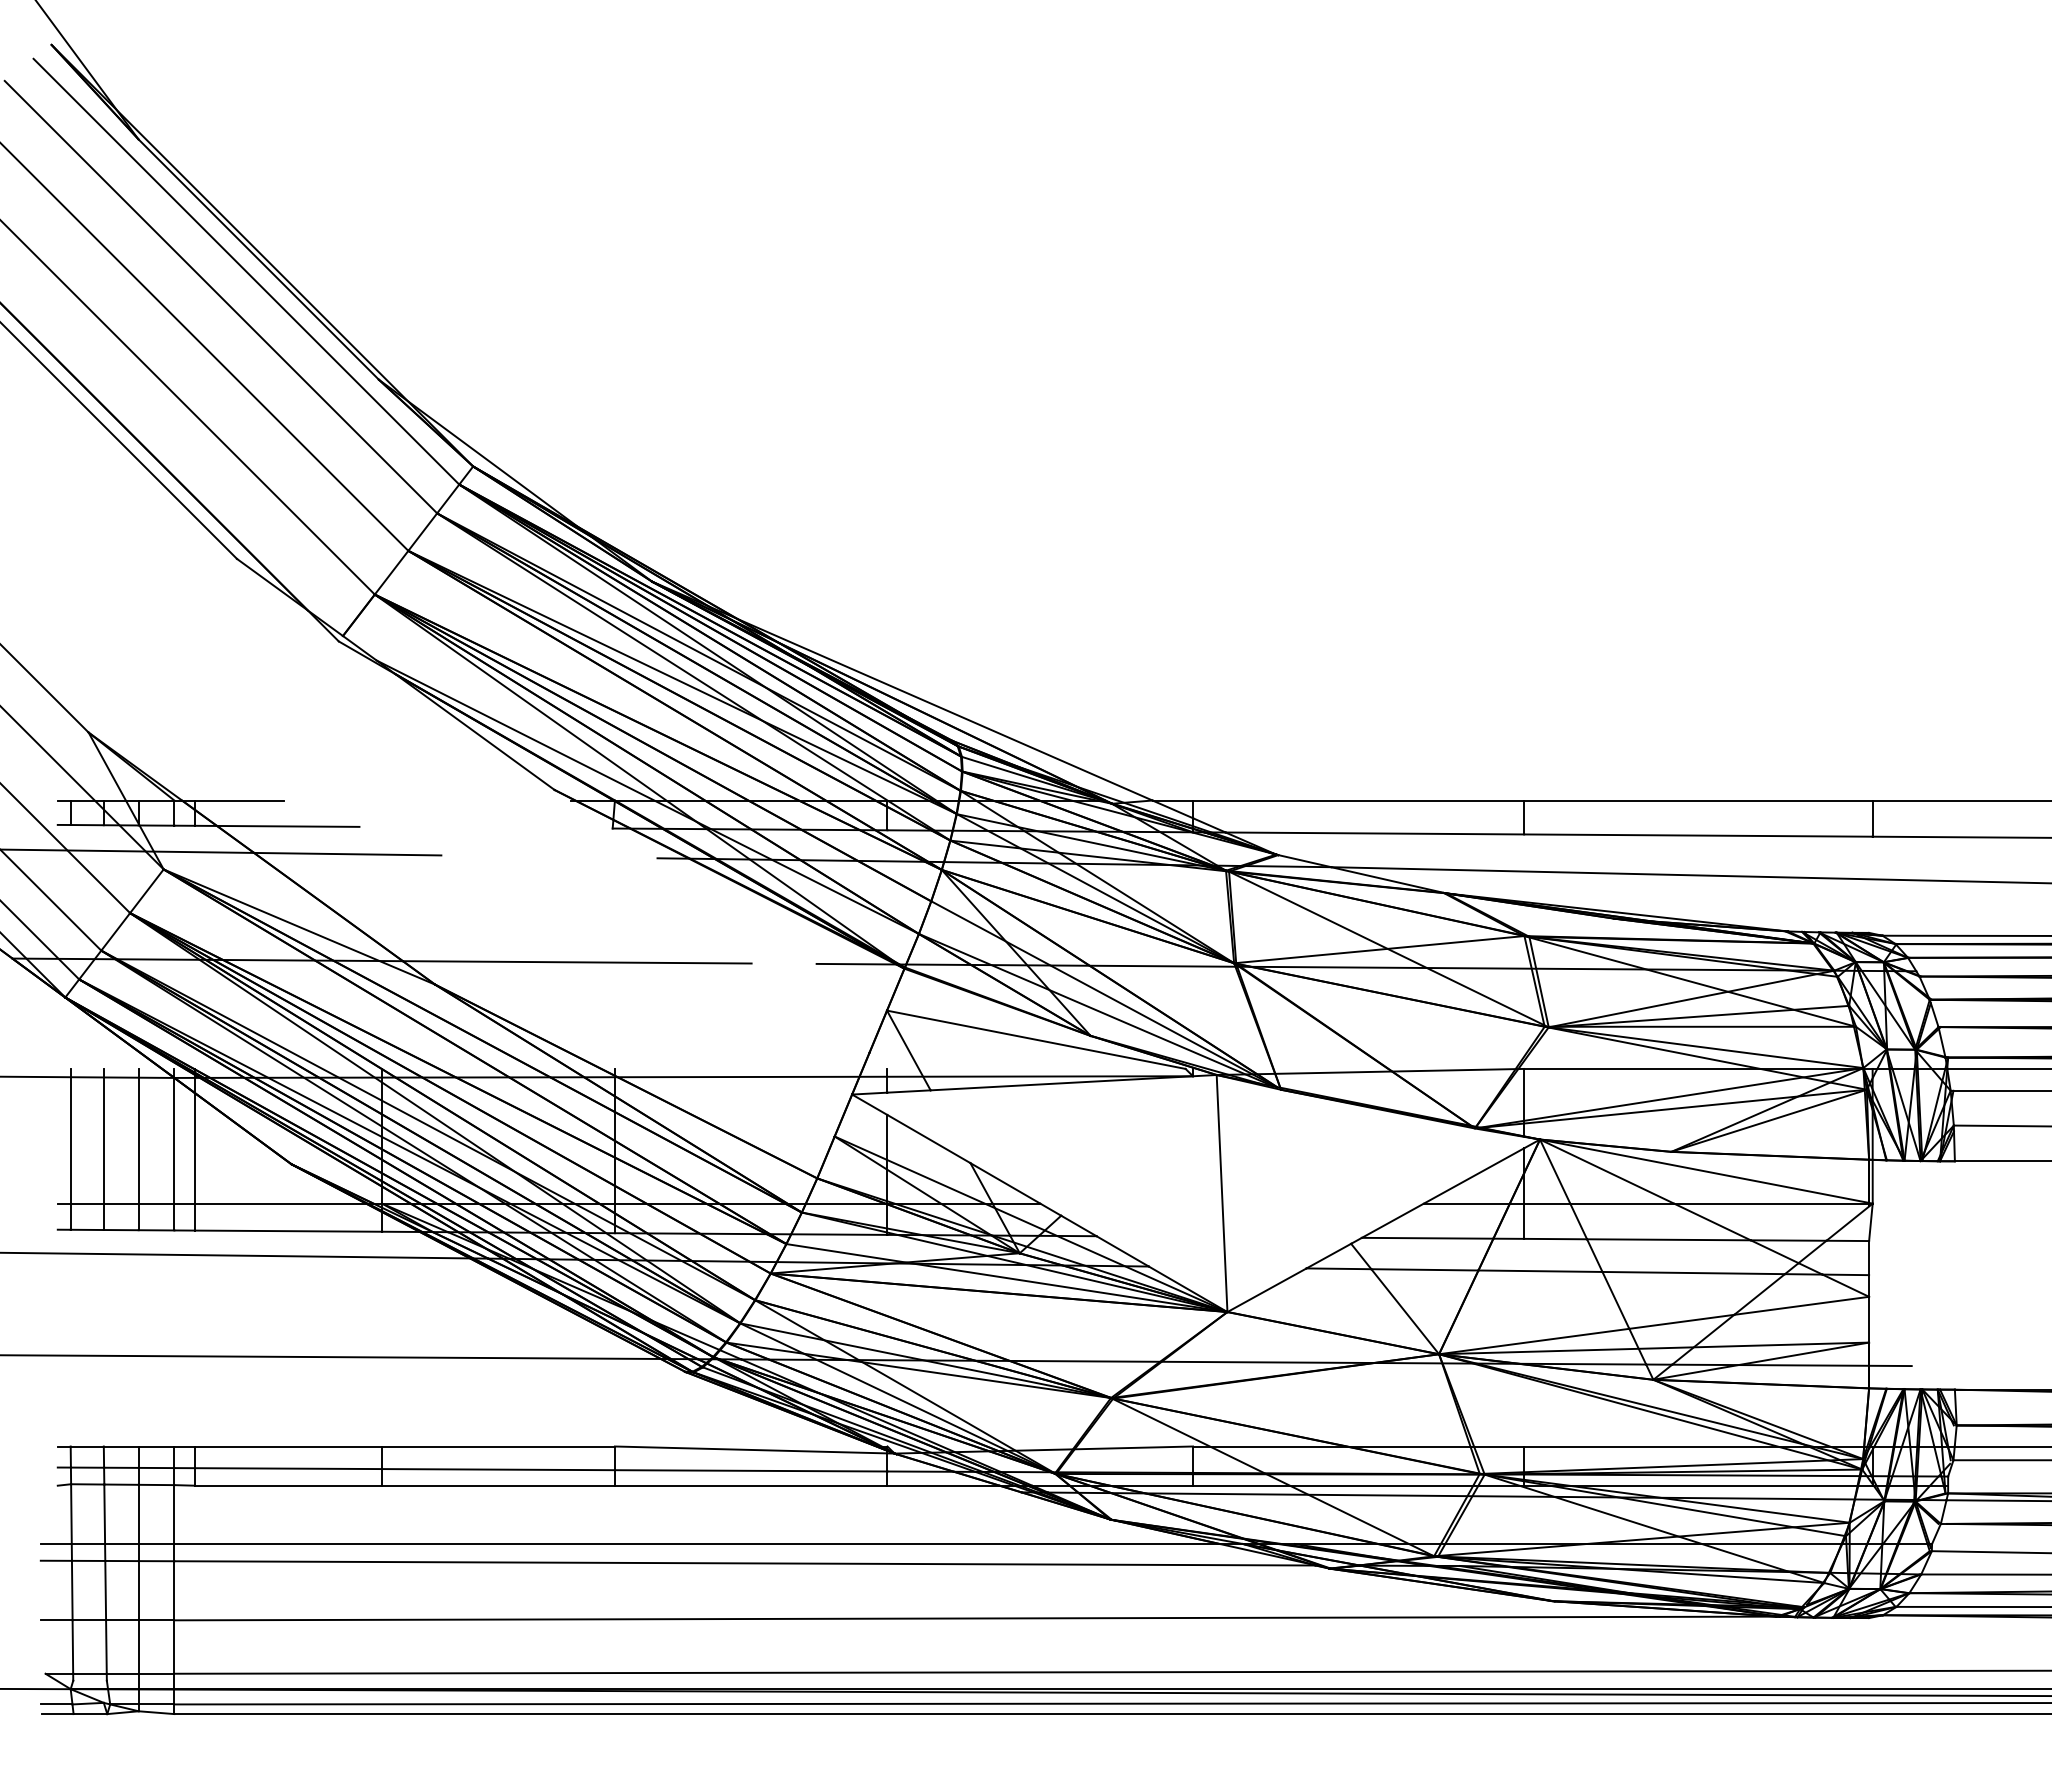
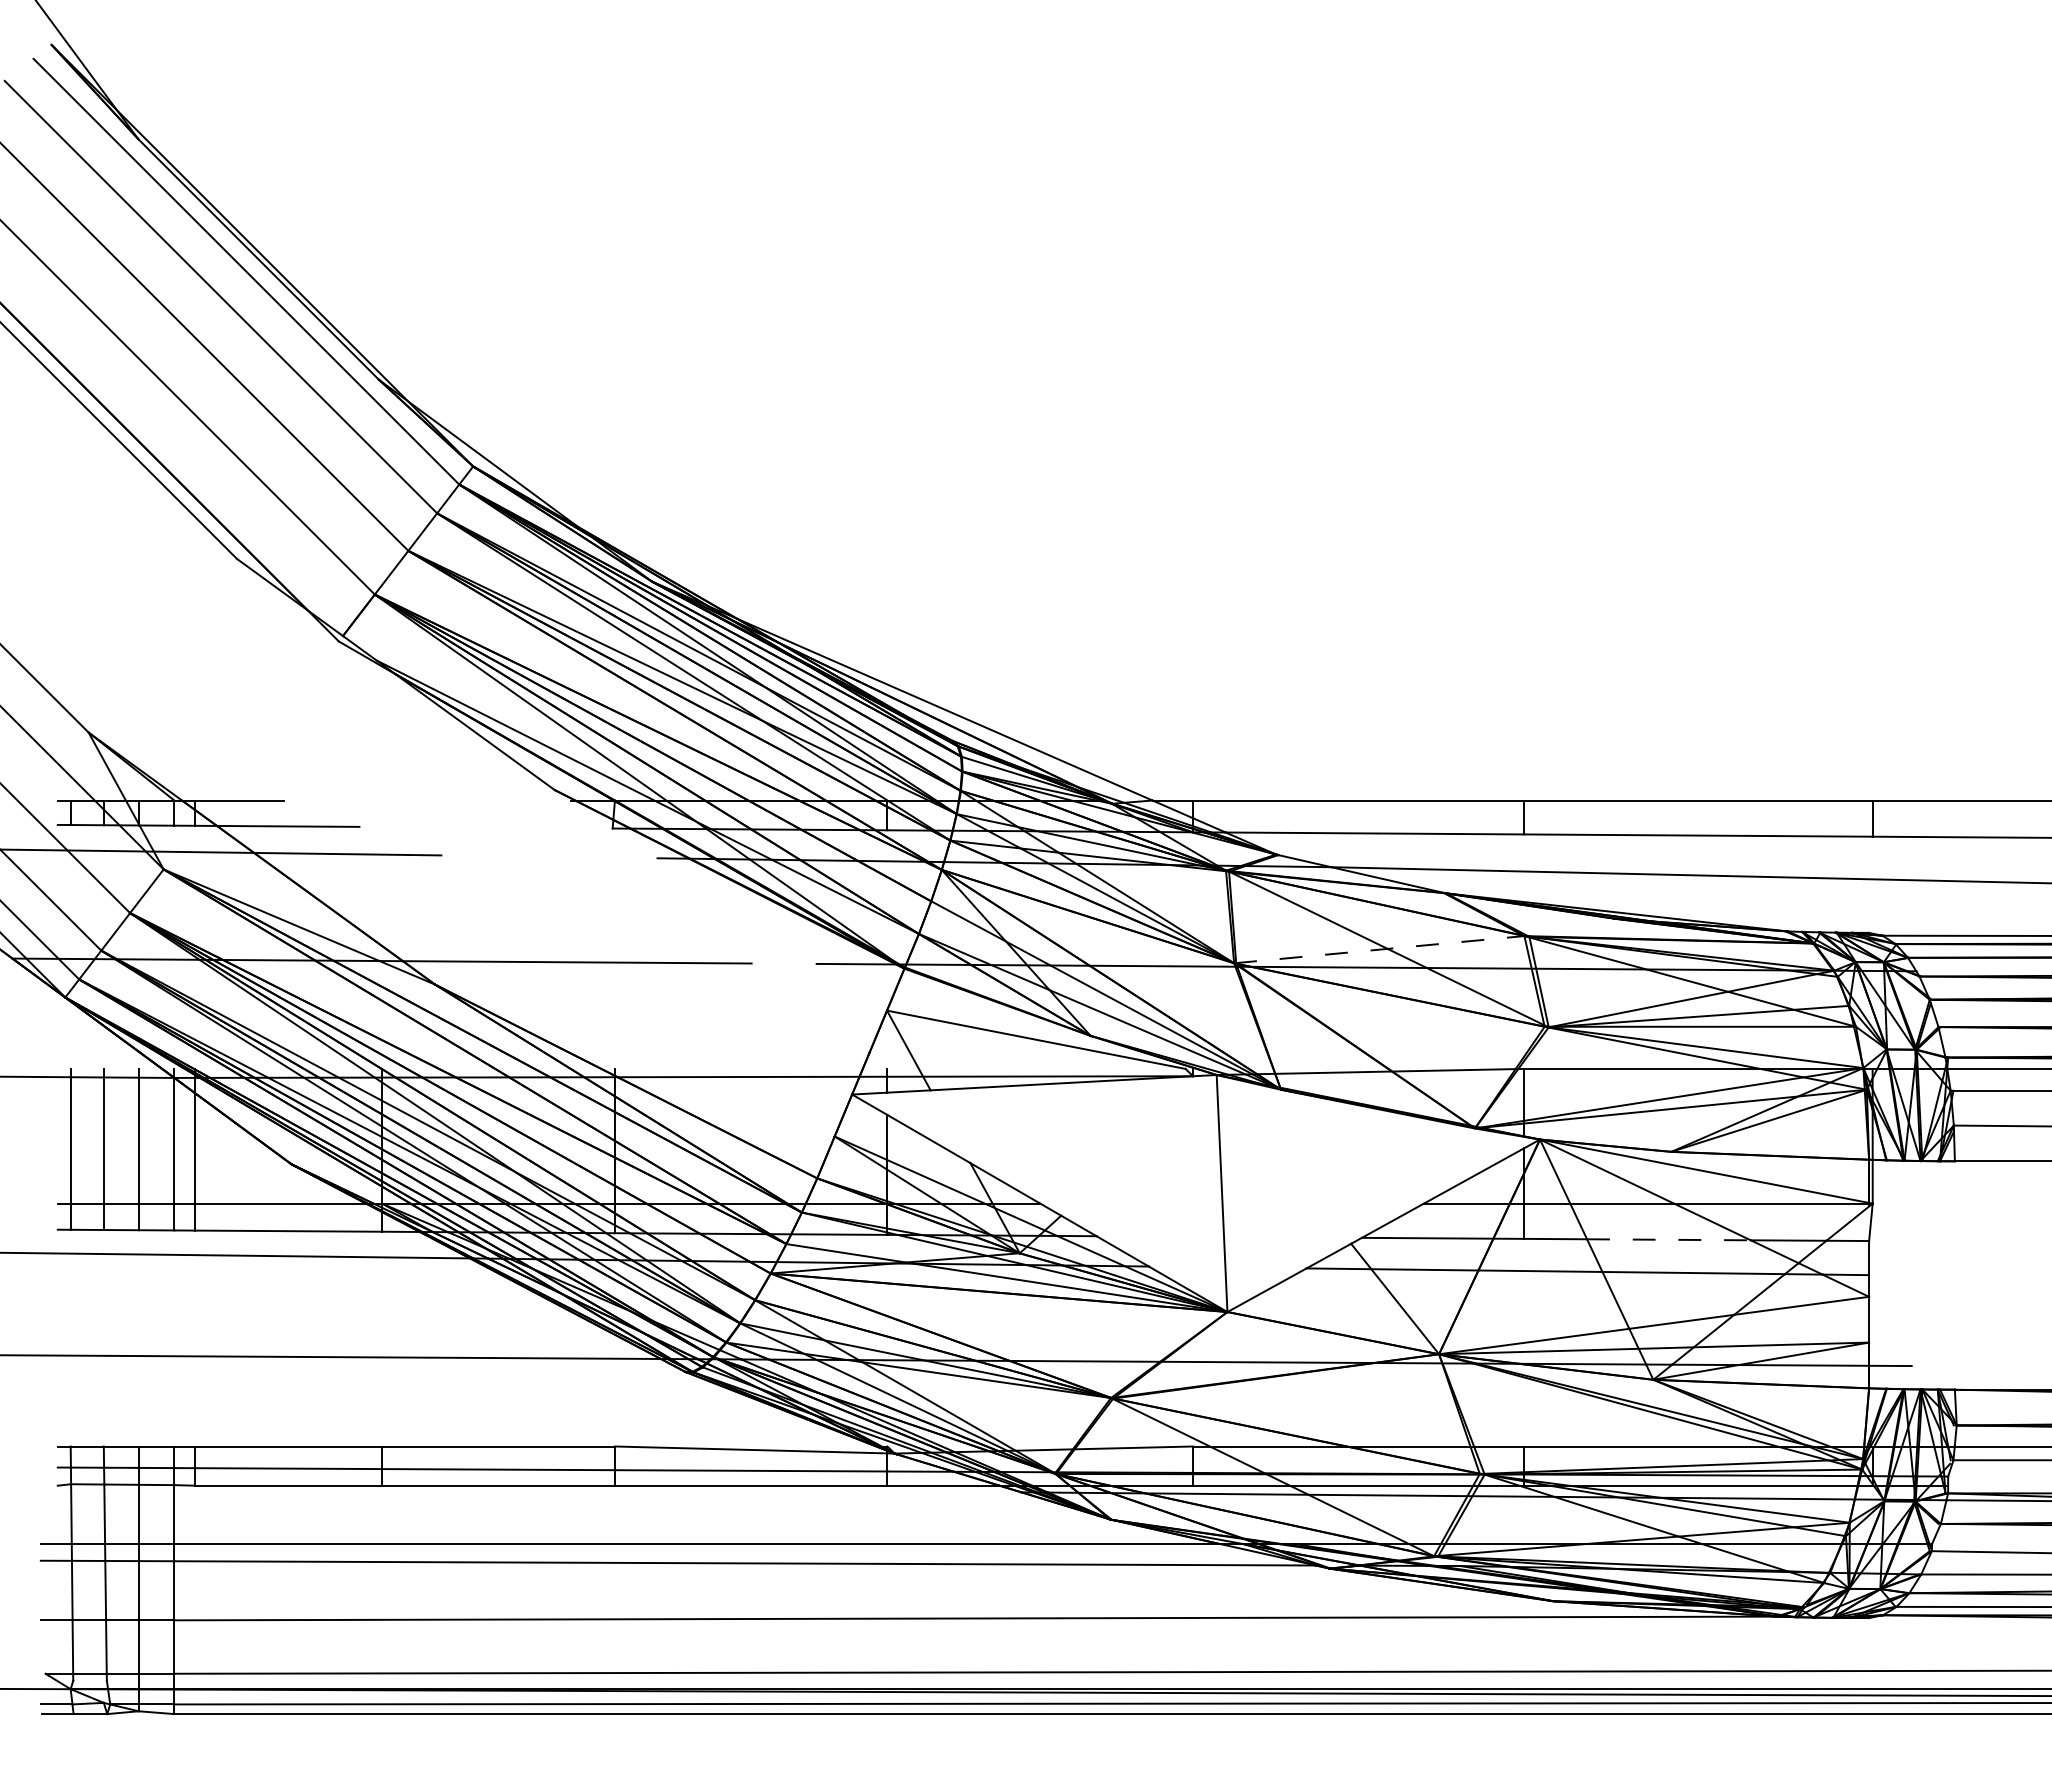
line at (1379, 949): solid -> dashed
line at (1668, 1239): solid -> dashed
